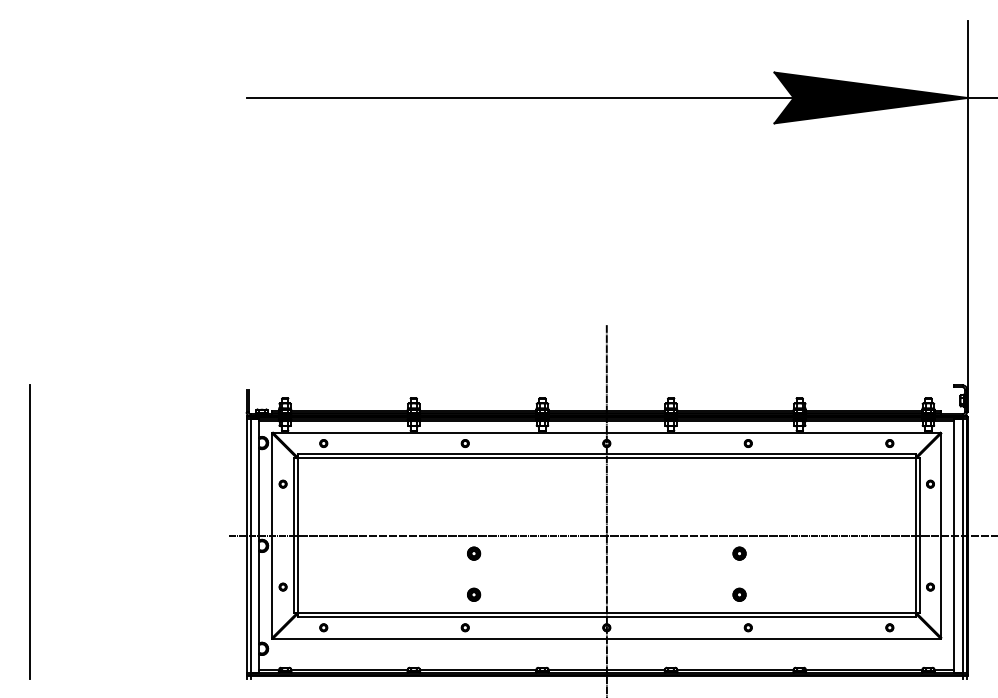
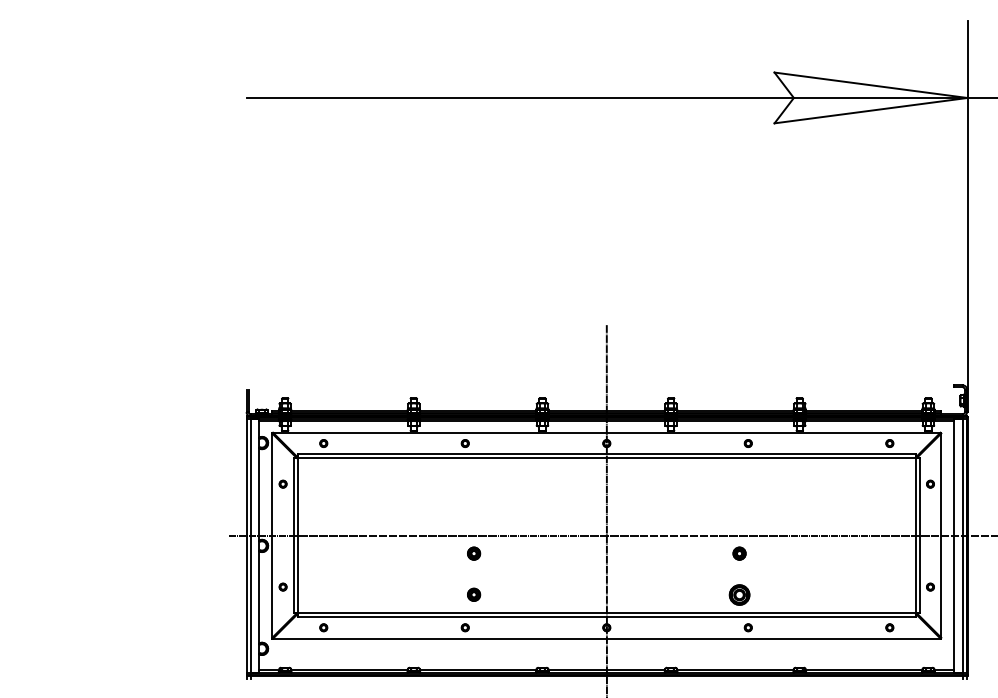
fill at (870, 97): present -> none
line at (29, 531): present -> none
part at (739, 594) size: 15x15 px -> 23x22 px
